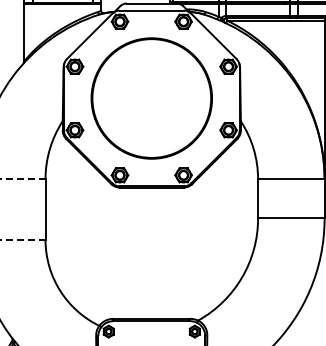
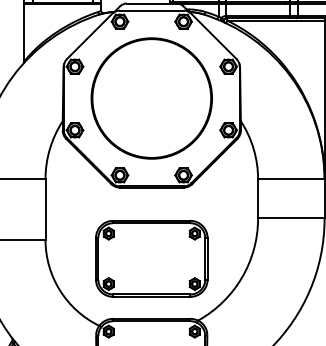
line at (22, 179): dashed -> solid
line at (22, 239): dashed -> solid
part at (151, 258): none -> present
